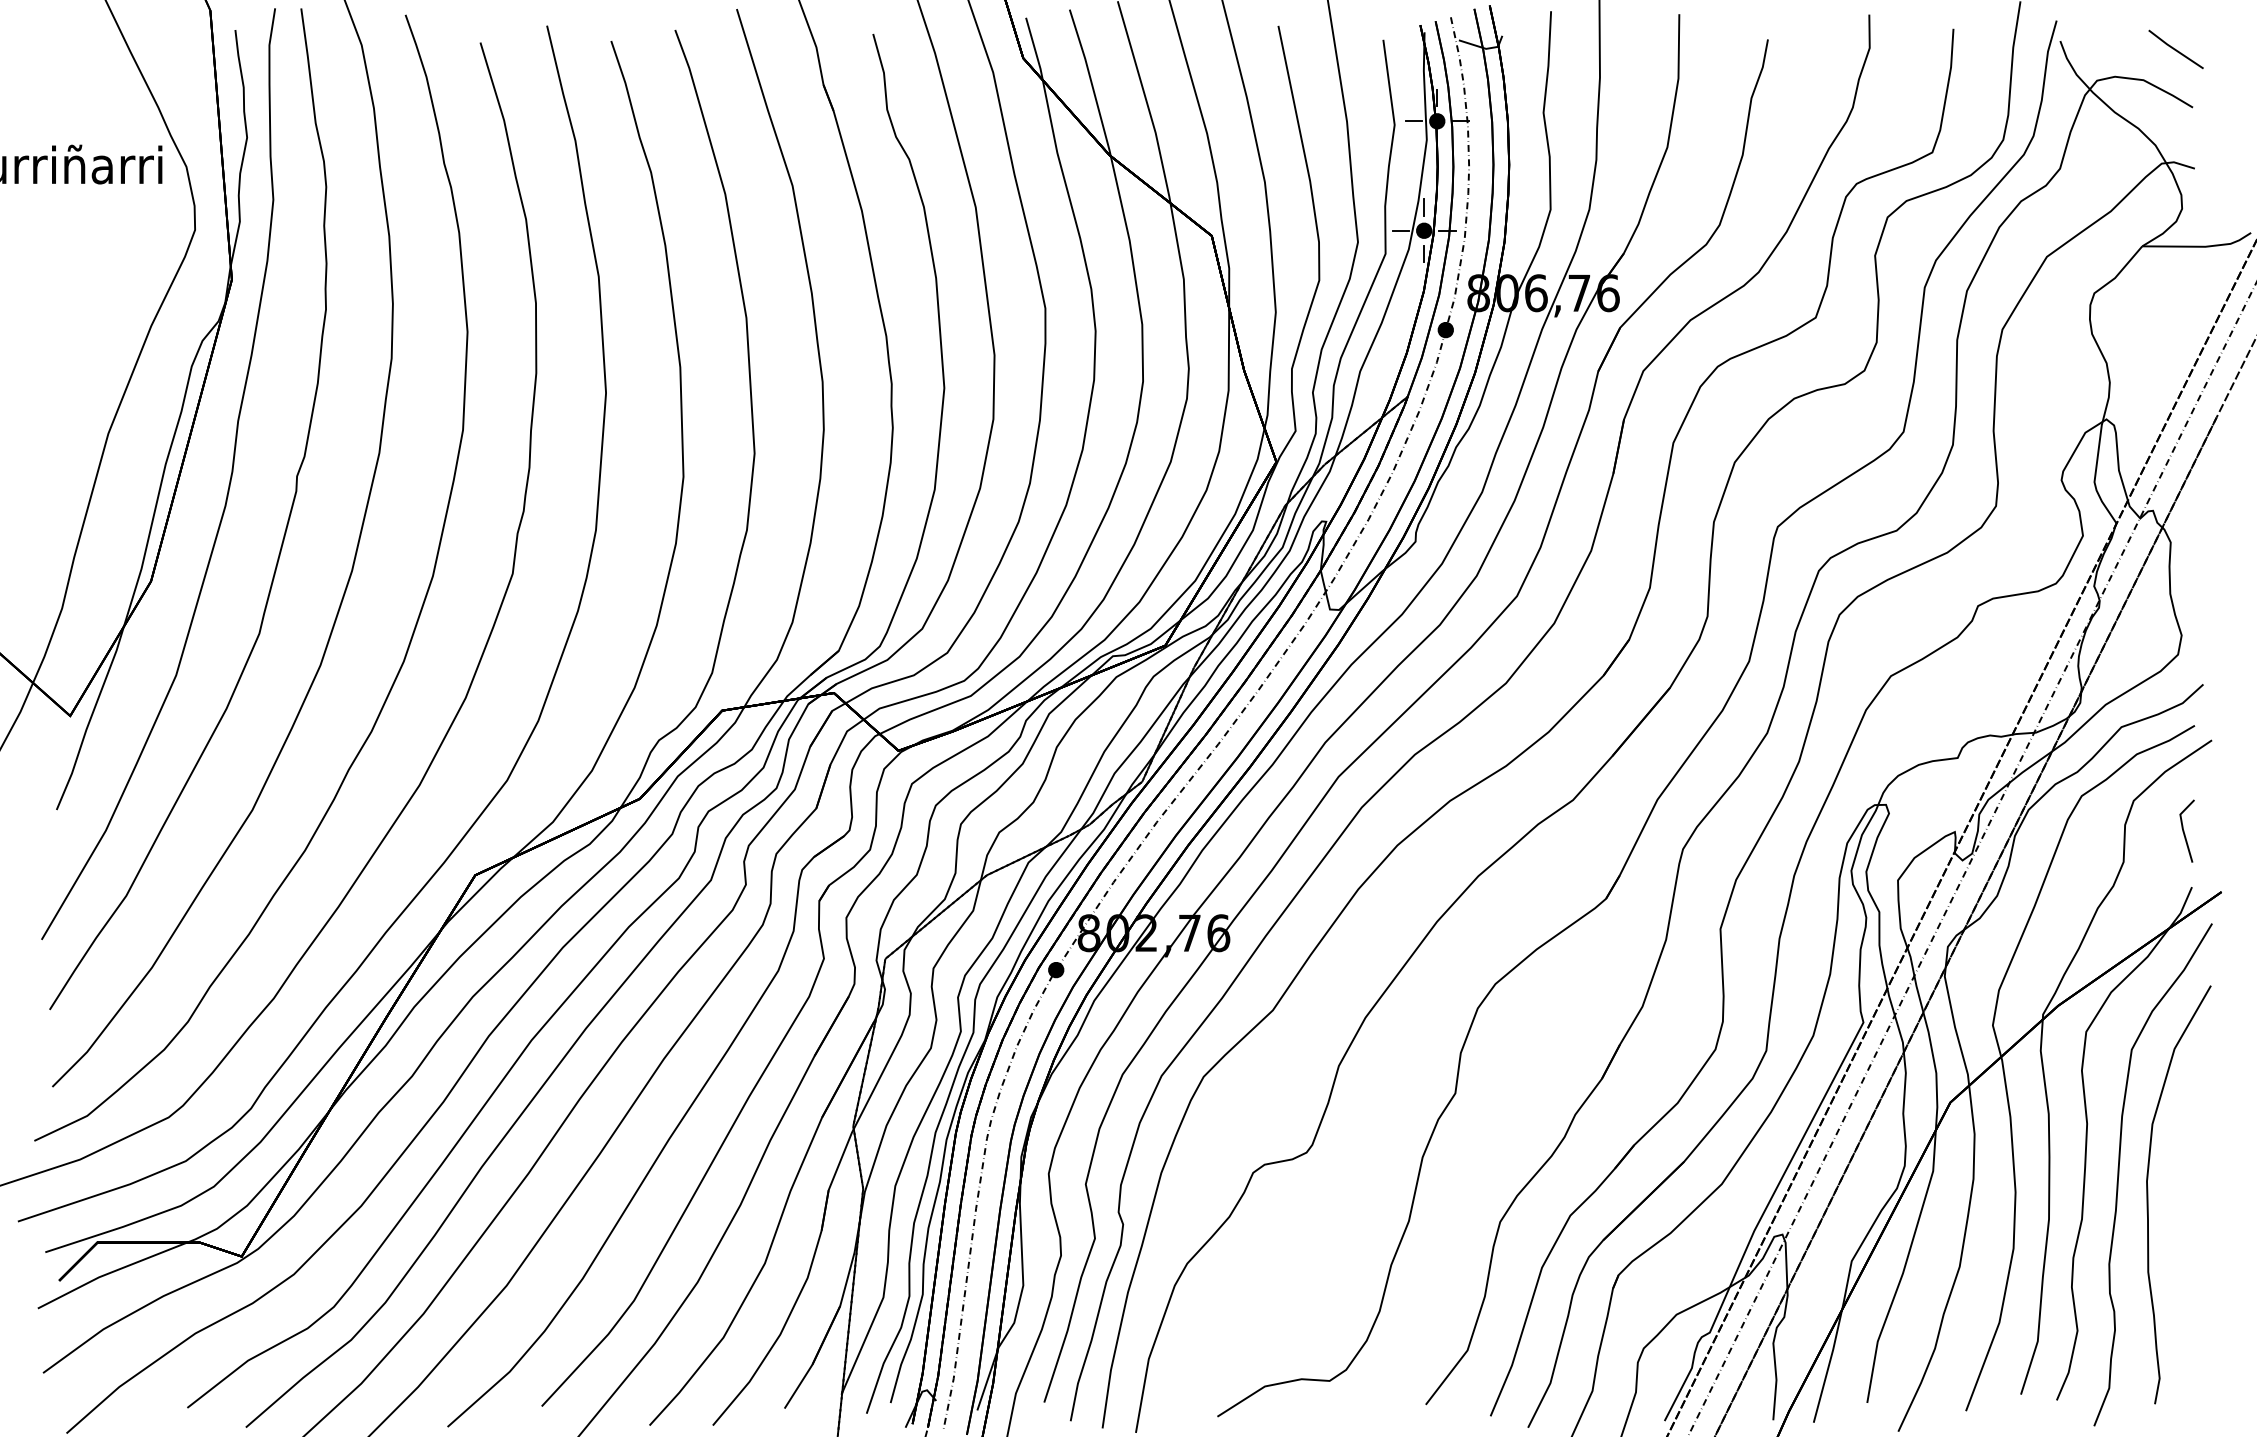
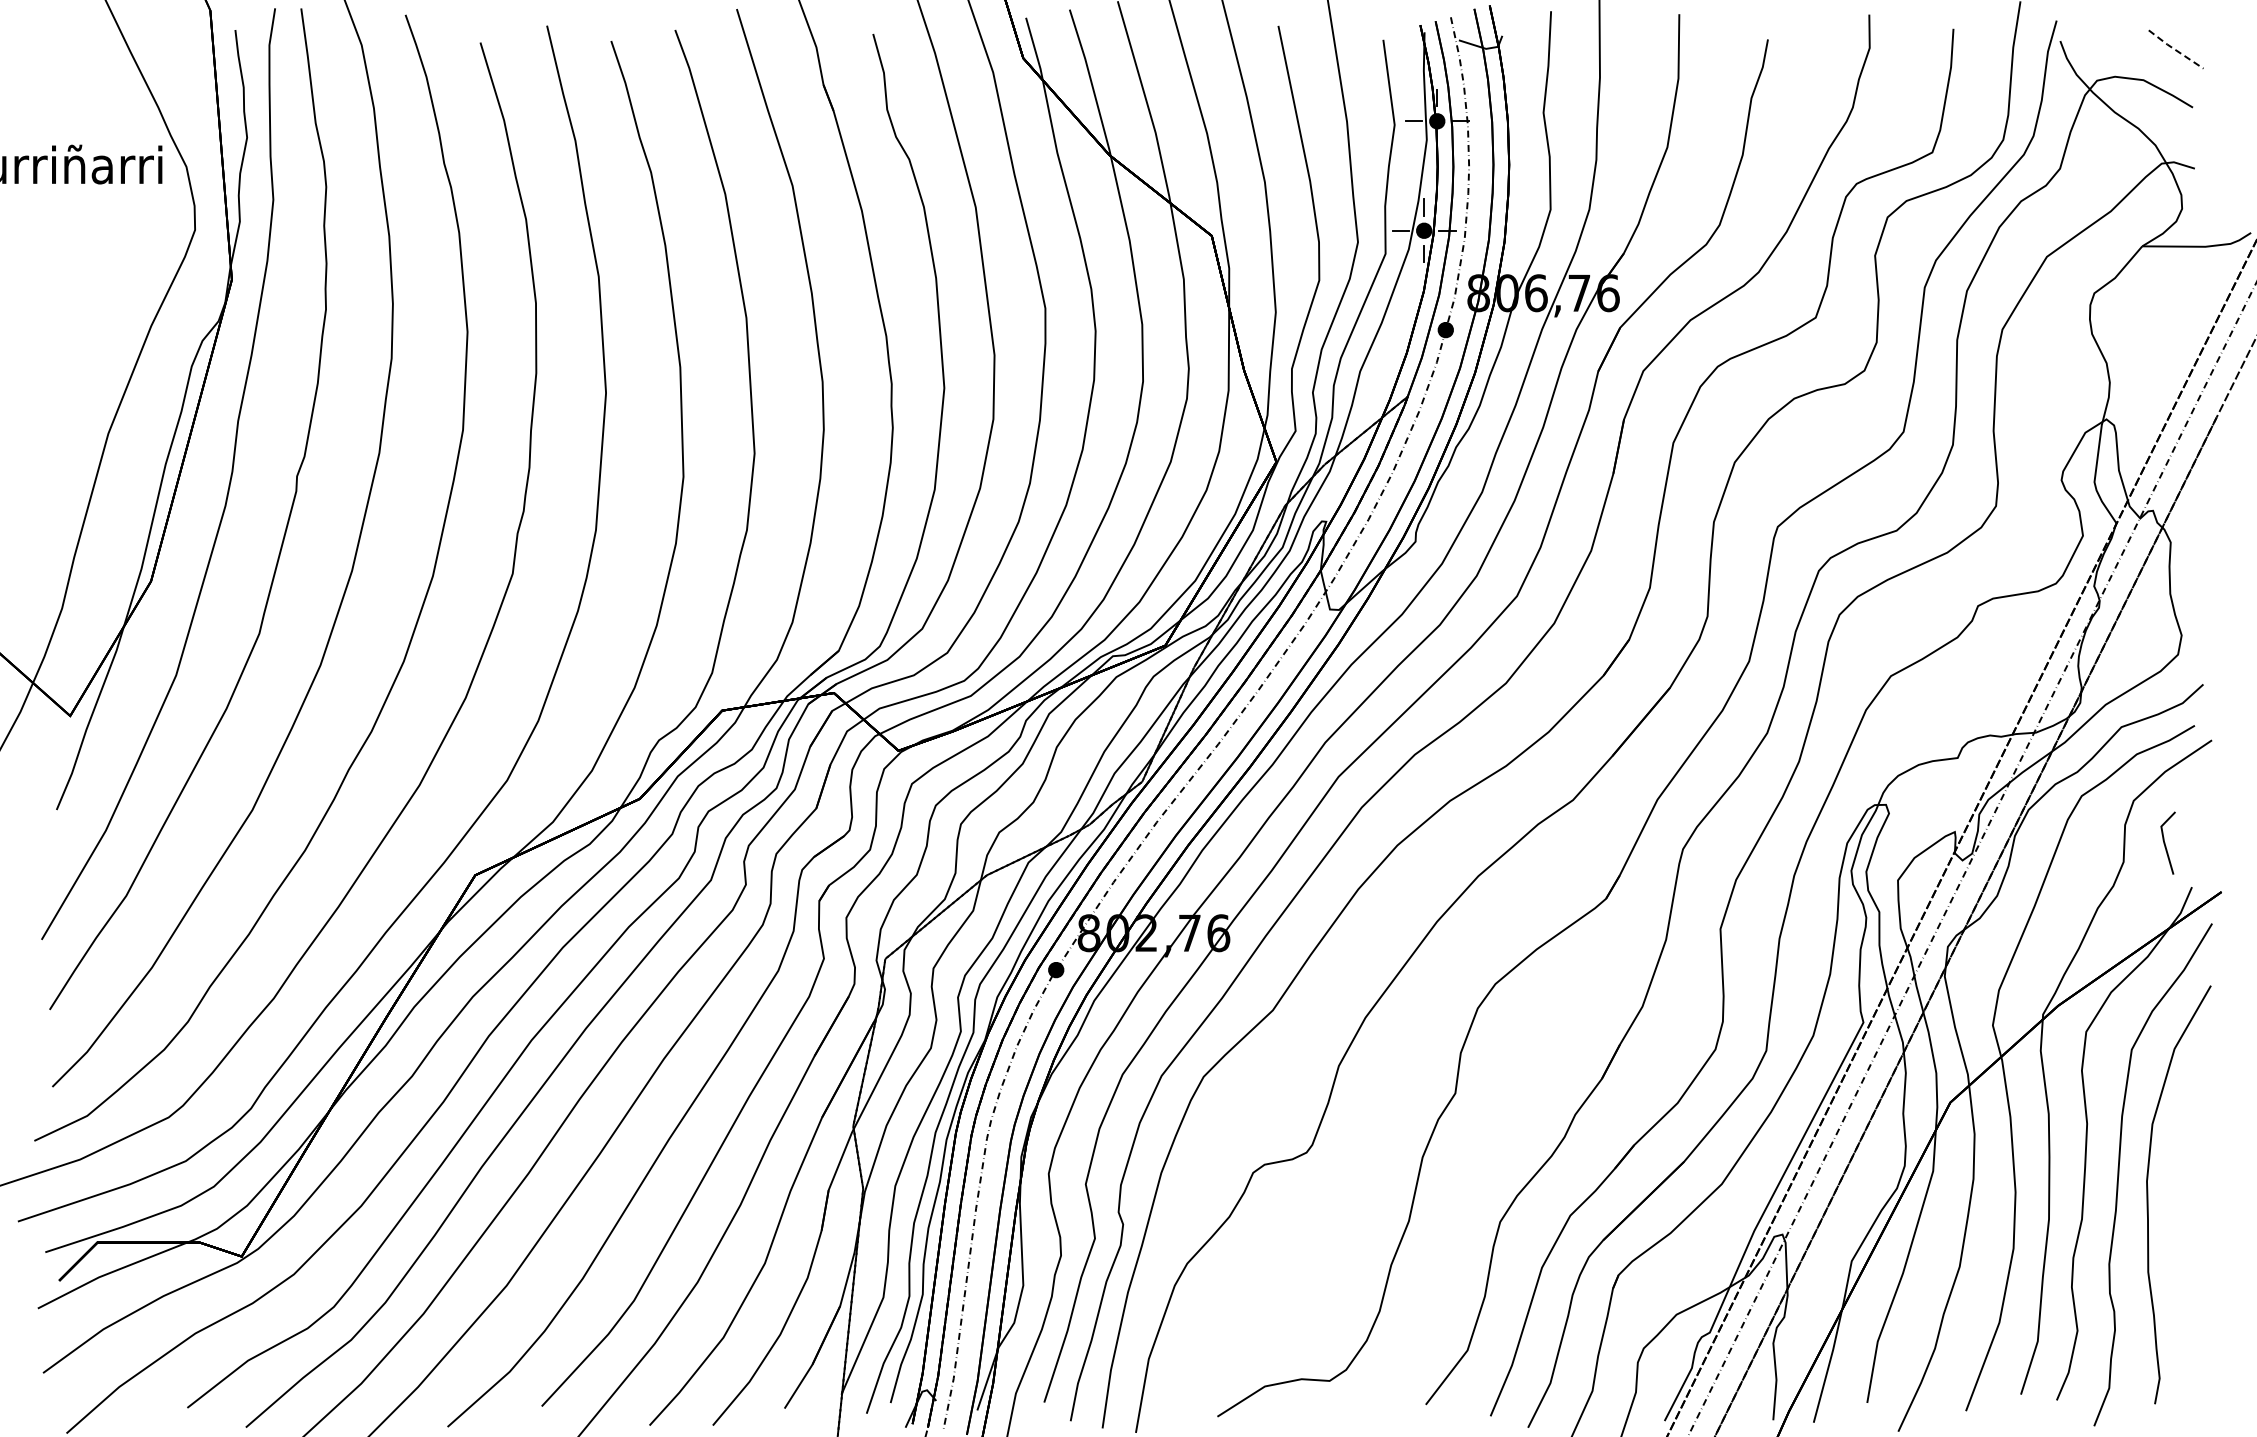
line at (2175, 49): solid -> dashed
line at (2184, 830) position: (2184, 830) -> (2165, 842)
